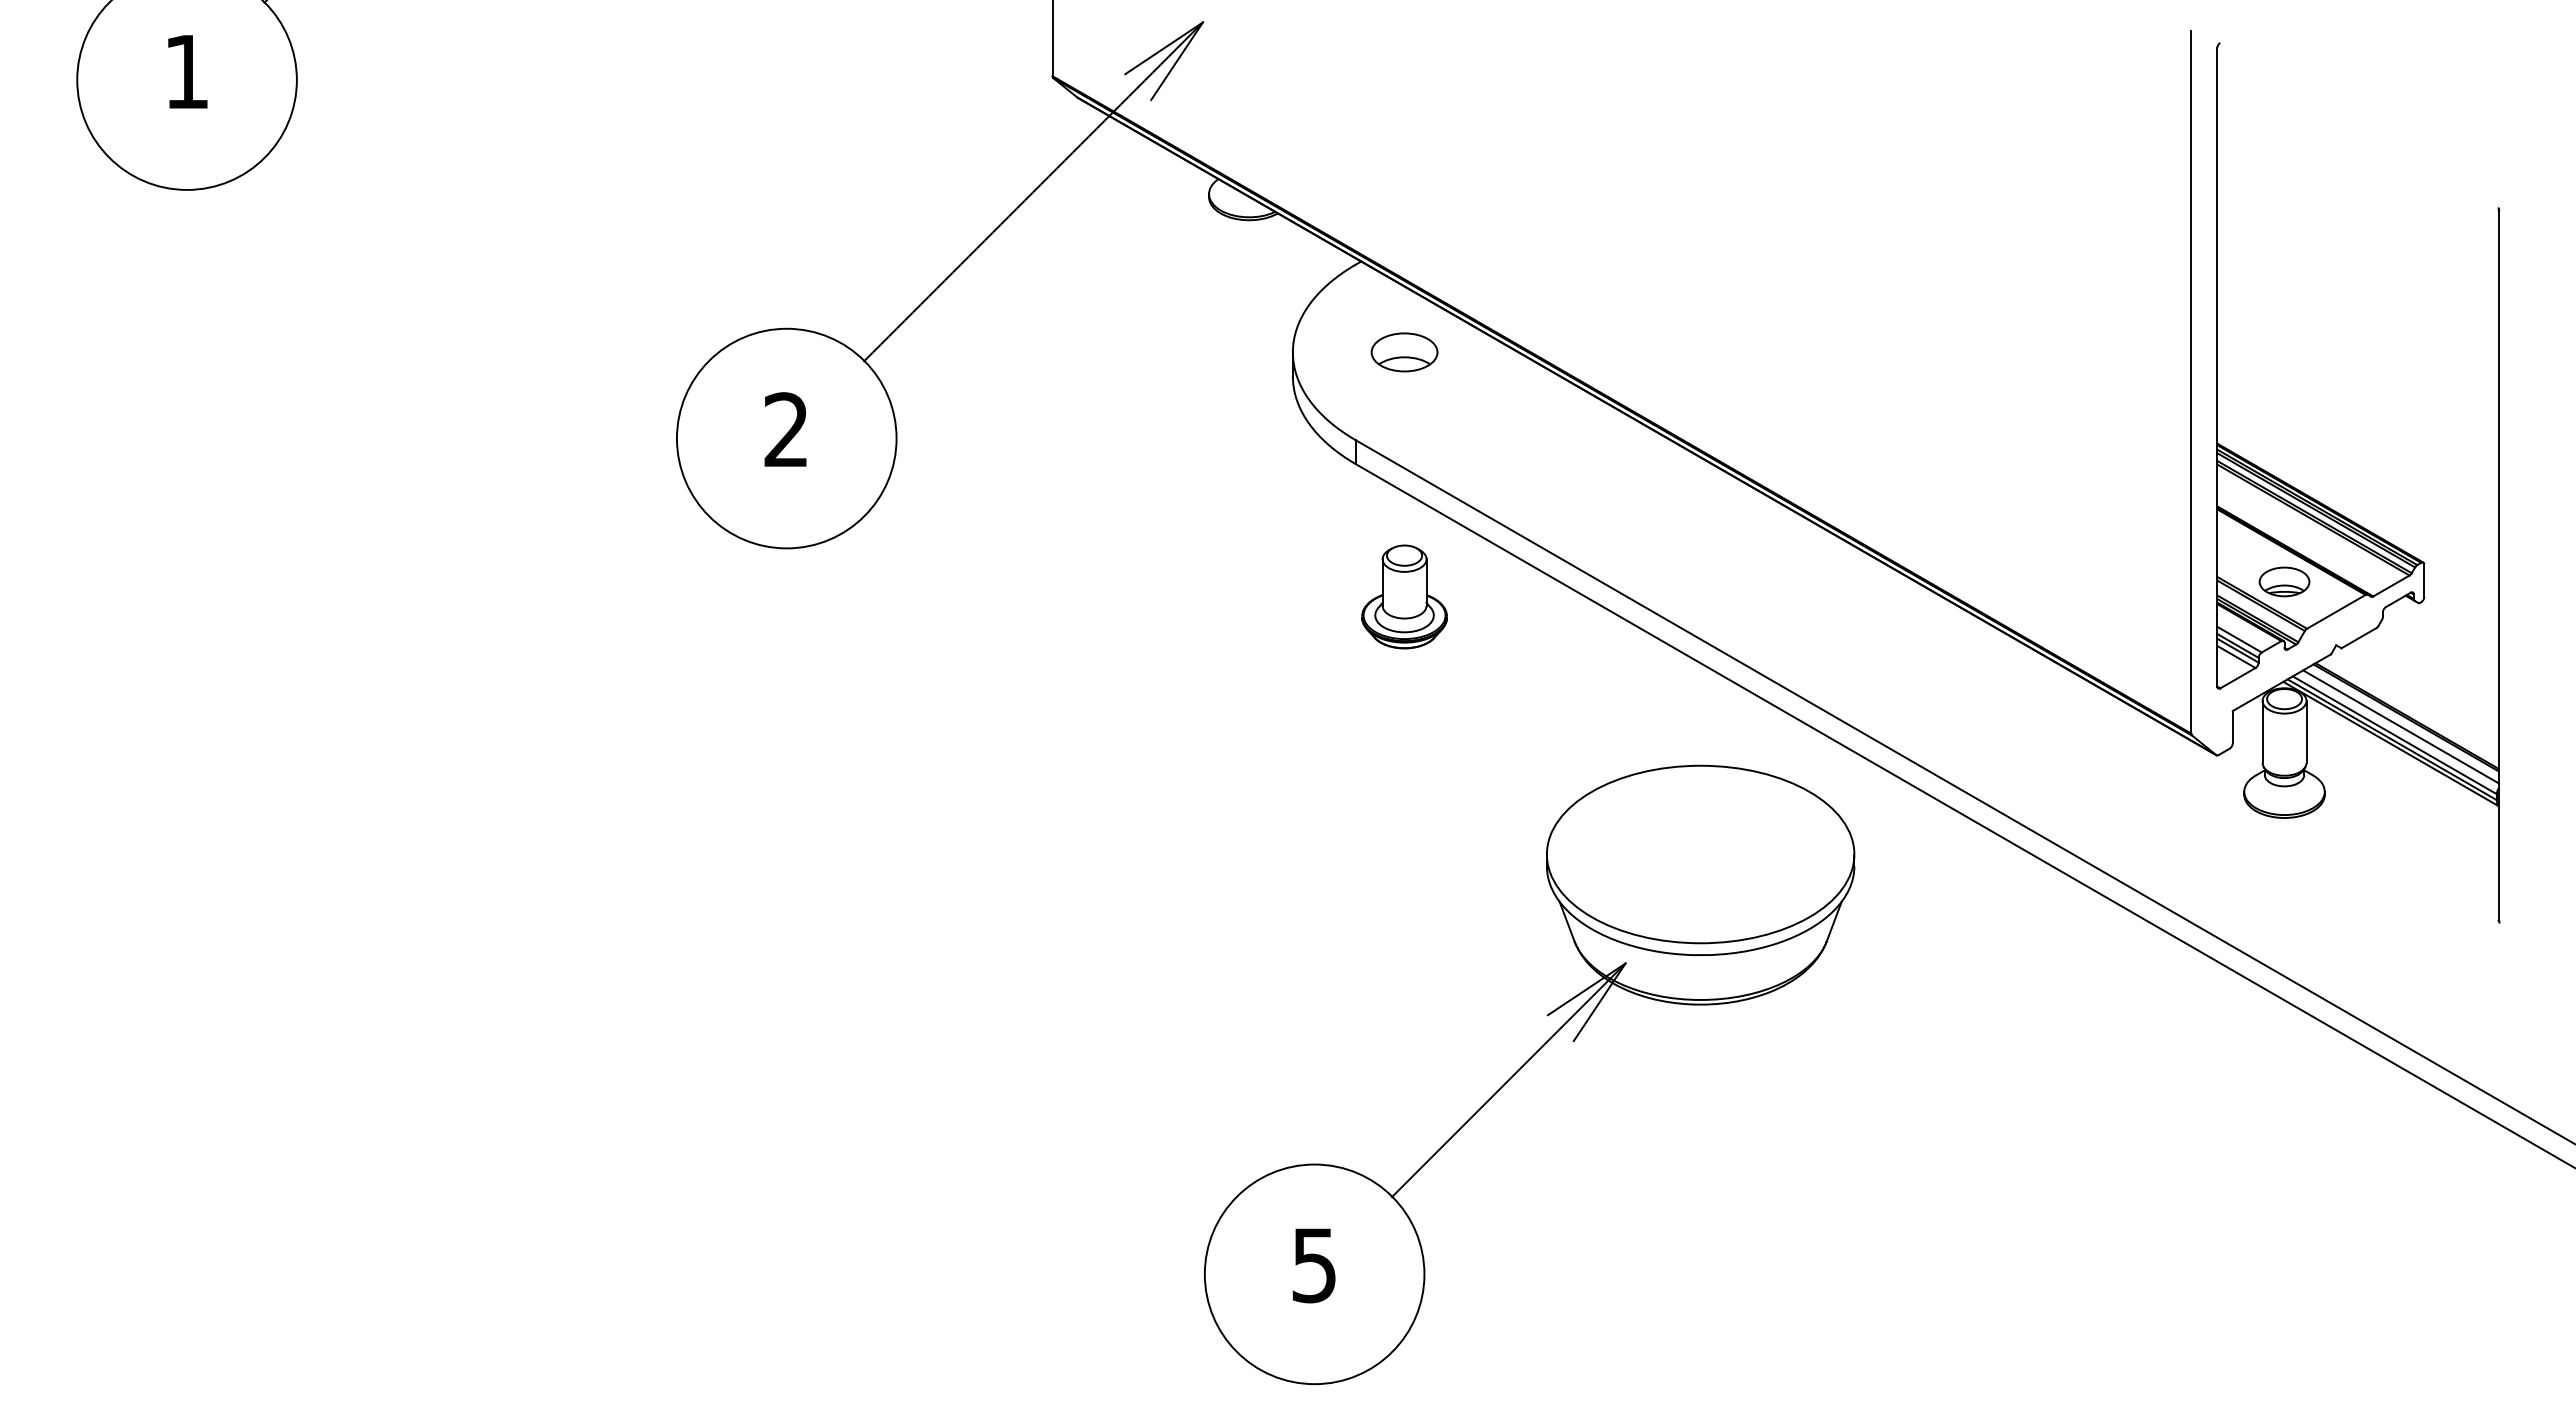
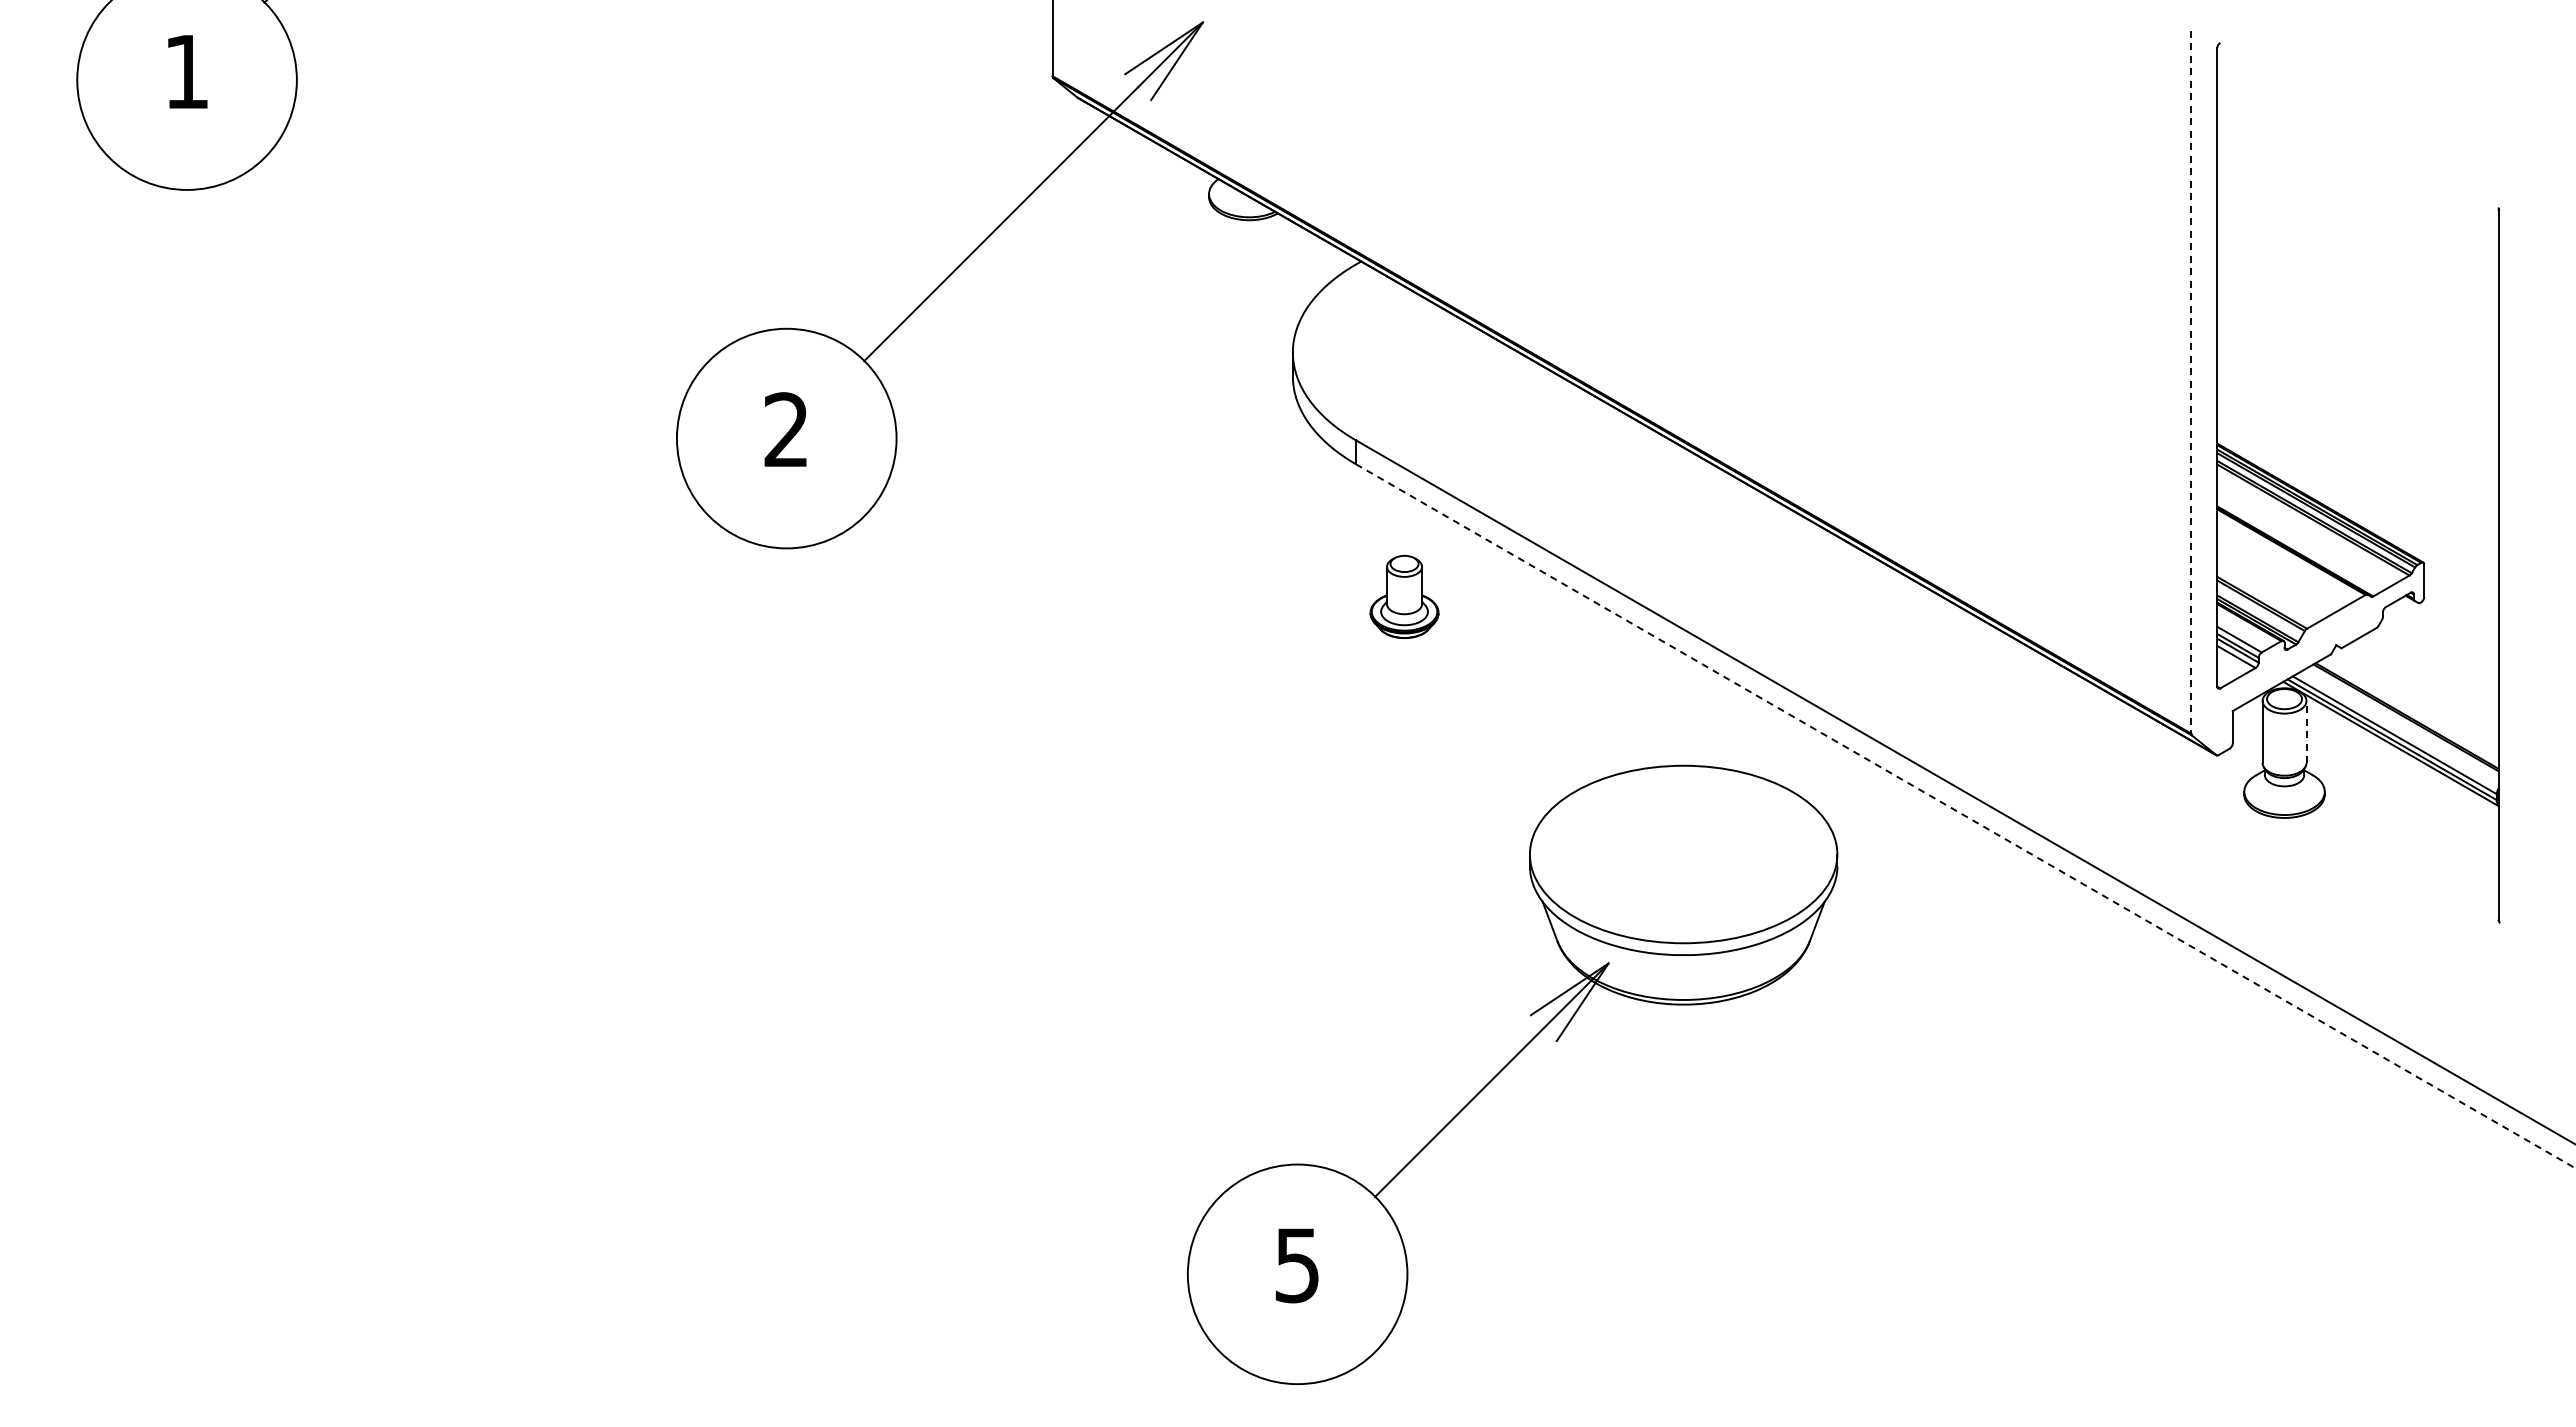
part at (1404, 352): present -> none
line at (2191, 382): solid -> dashed
part at (2284, 581): present -> none
part at (1404, 596) size: 87x106 px -> 71x85 px
line at (2400, 726): present -> none
line at (2306, 731): solid -> dashed
line at (1966, 816): solid -> dashed
part at (1522, 1067) position: (1522, 1067) -> (1505, 1067)
